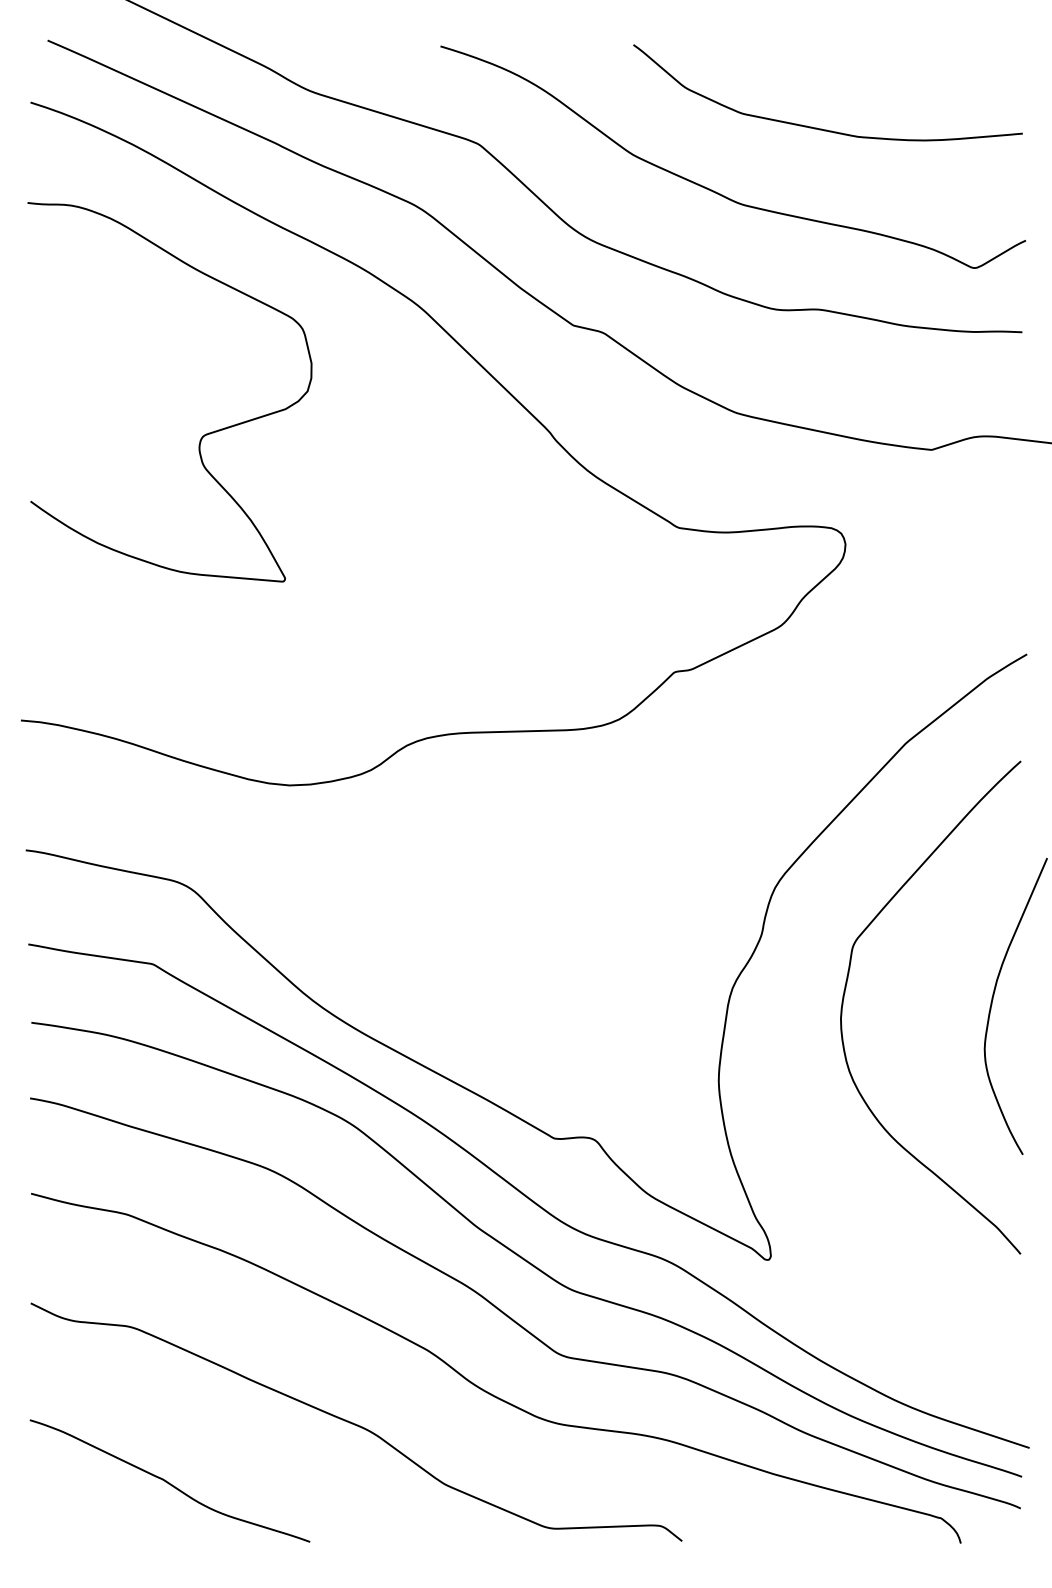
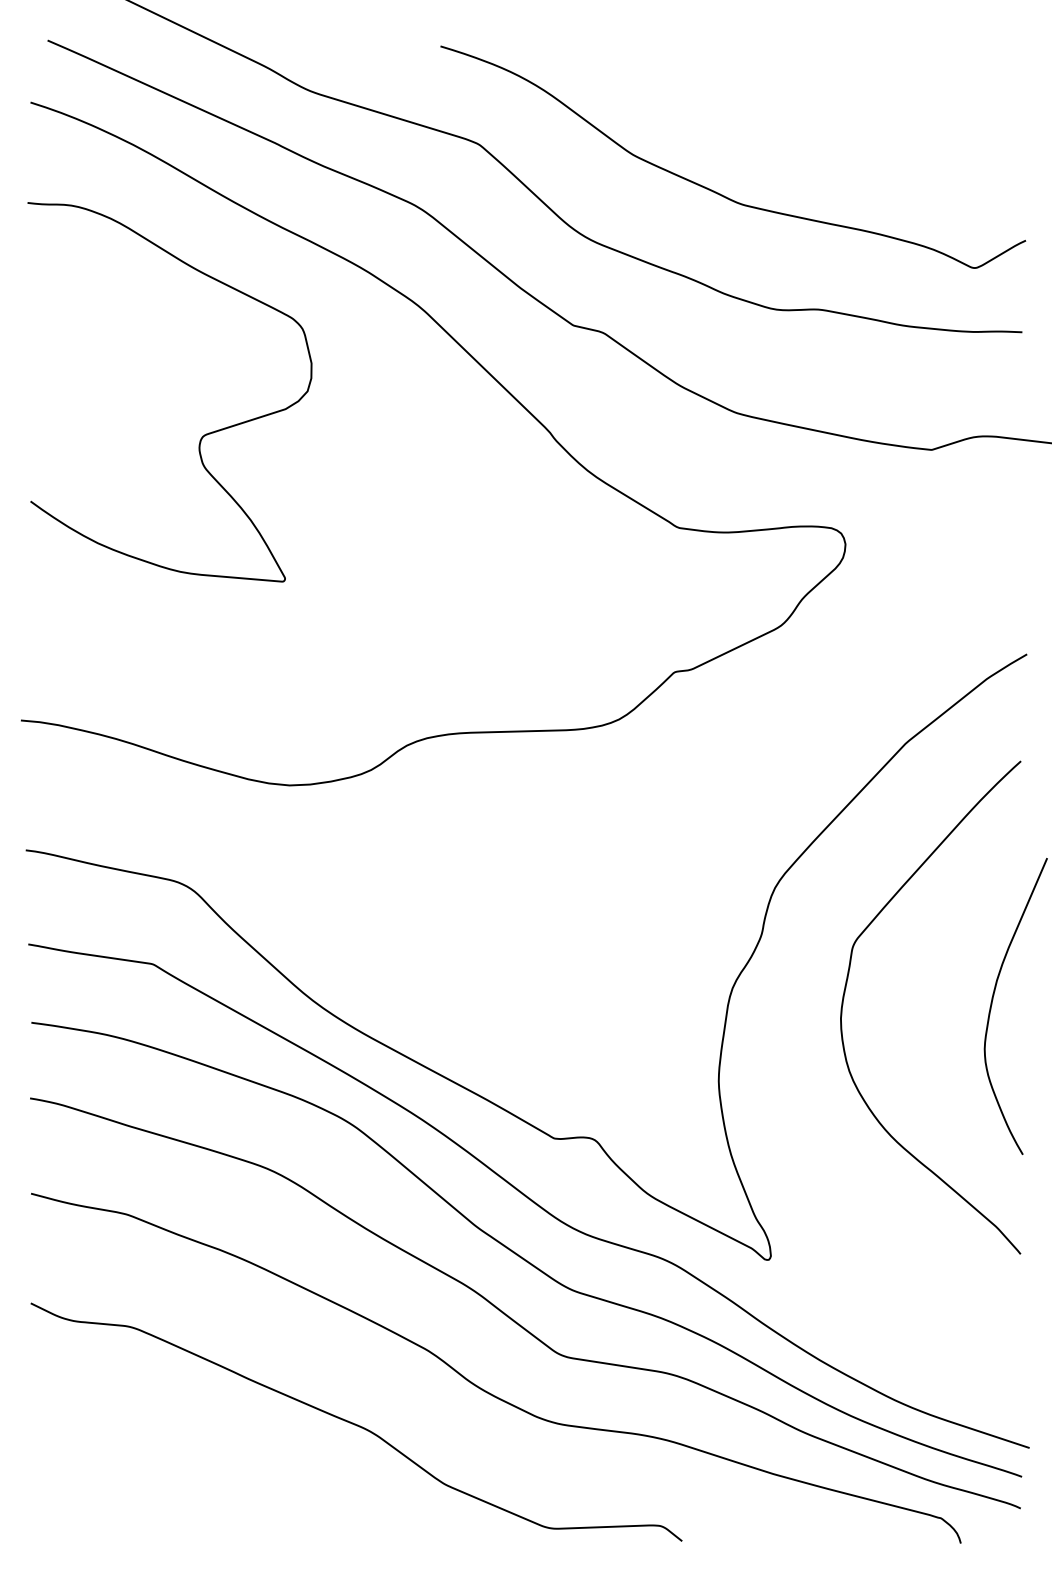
curve at (821, 128): present -> none
curve at (169, 1482): present -> none
